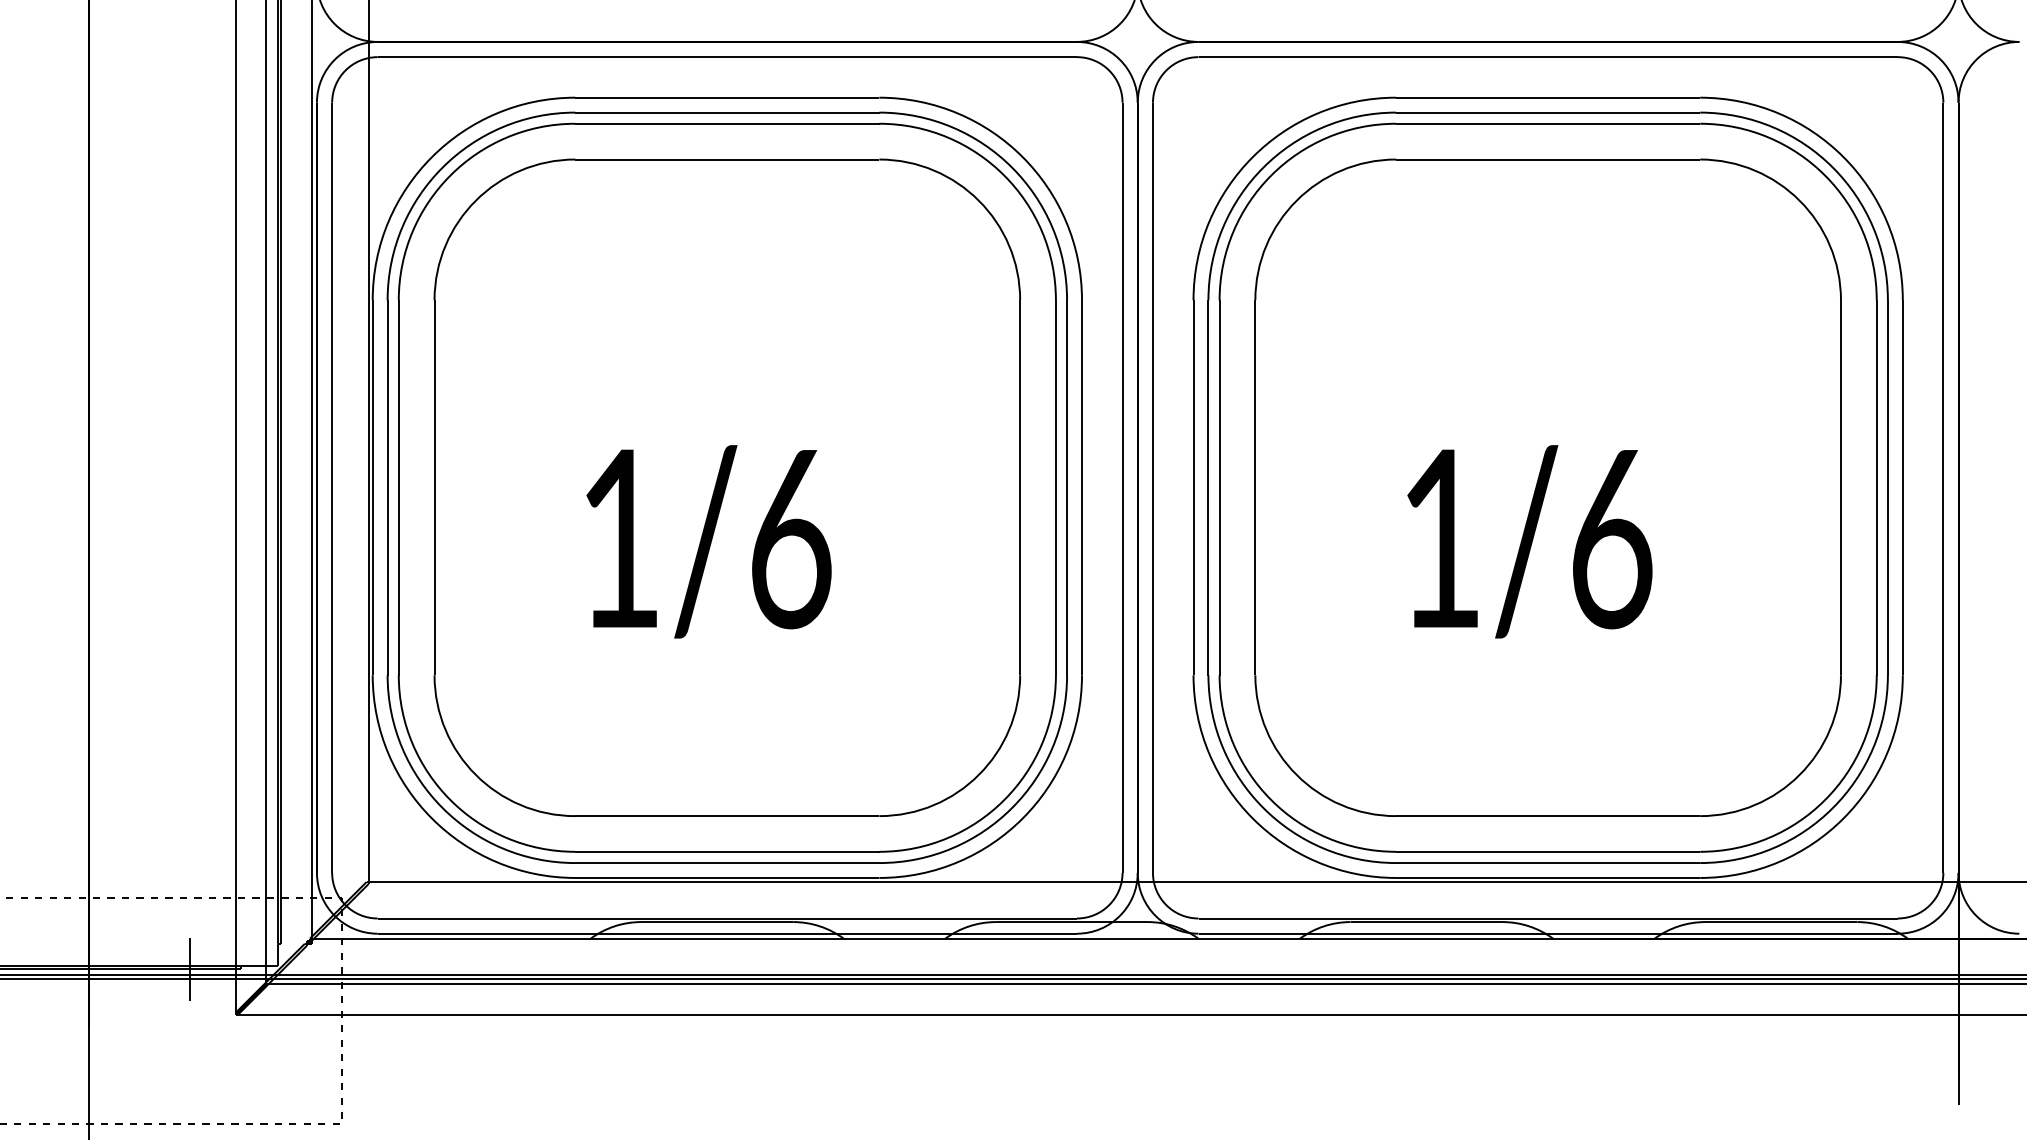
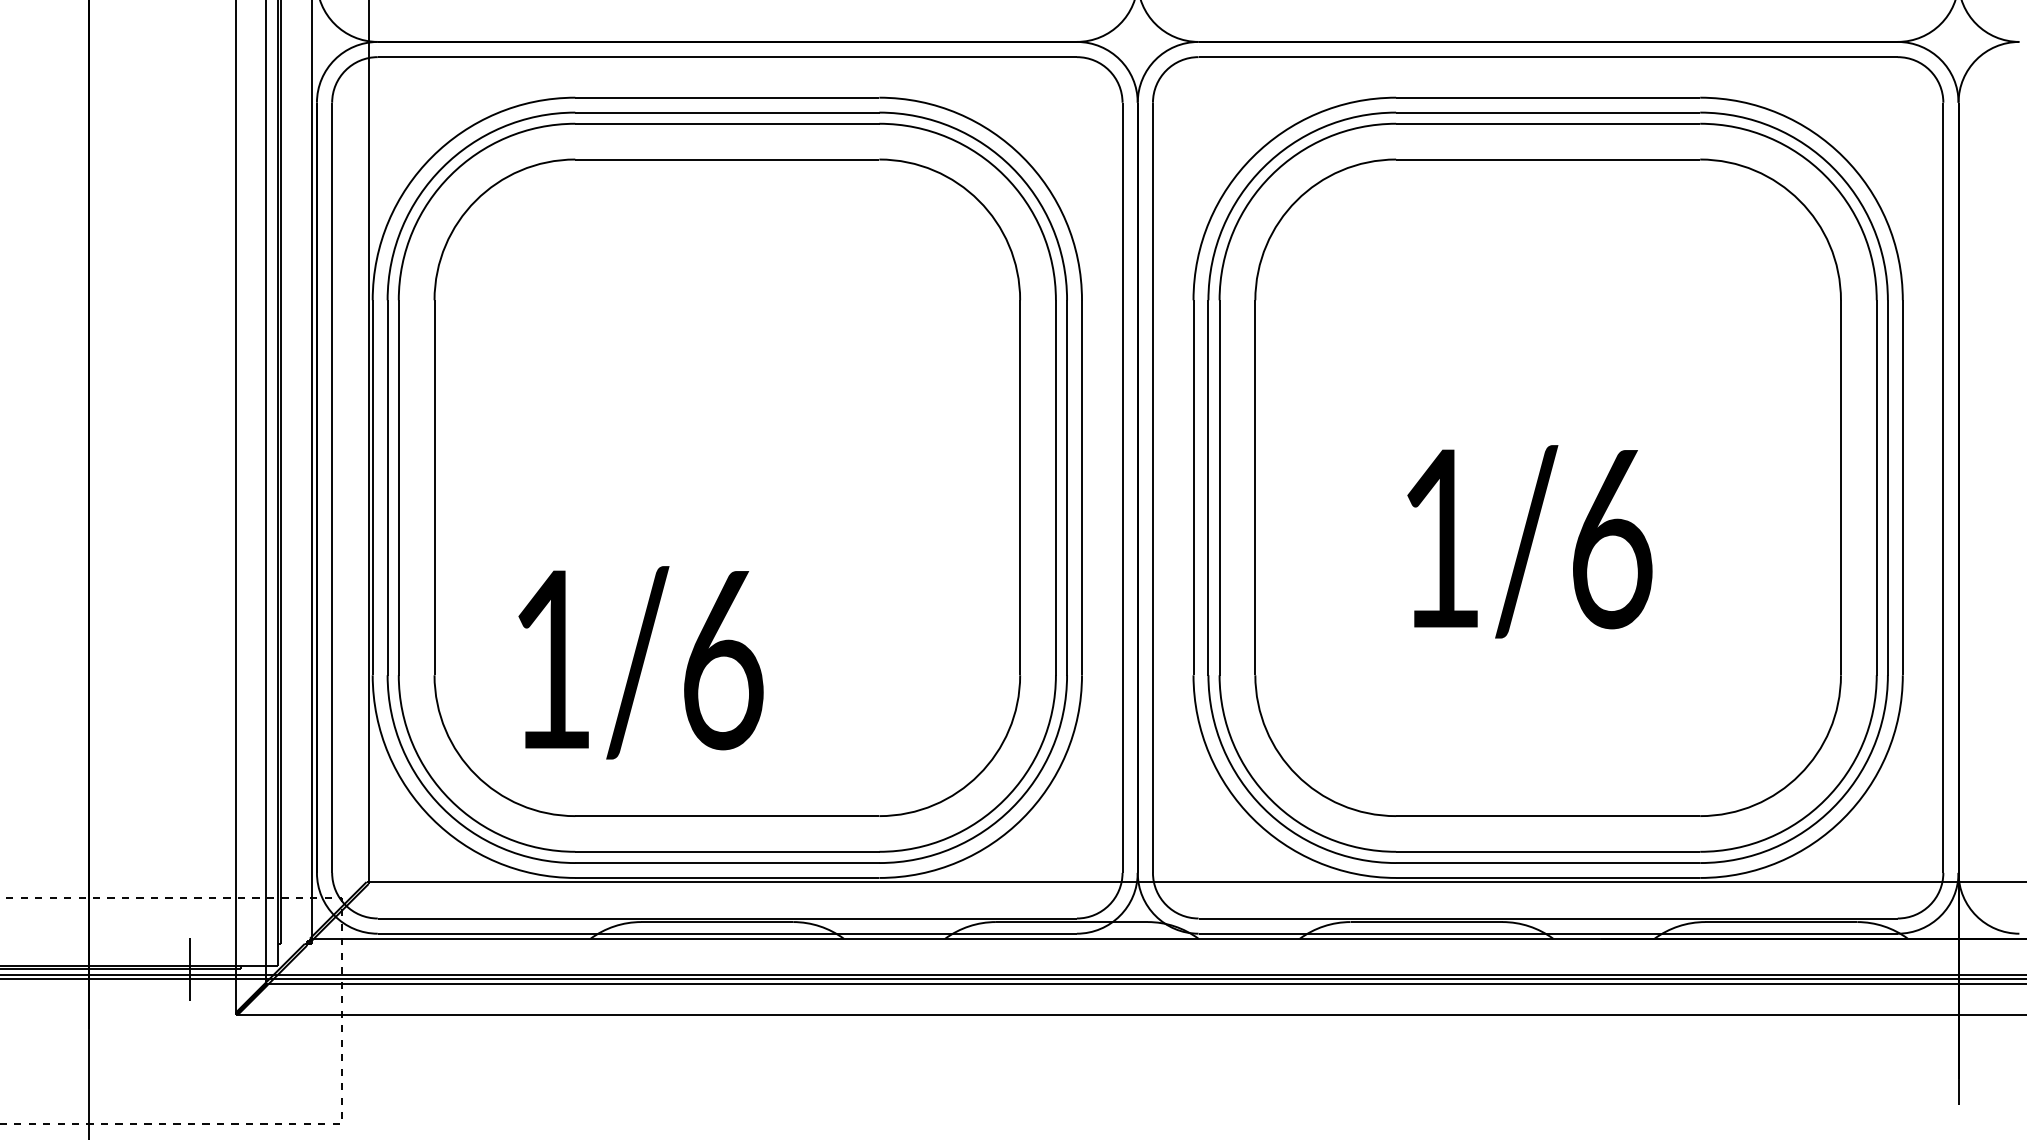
text at (708, 541) position: (708, 541) -> (640, 662)
